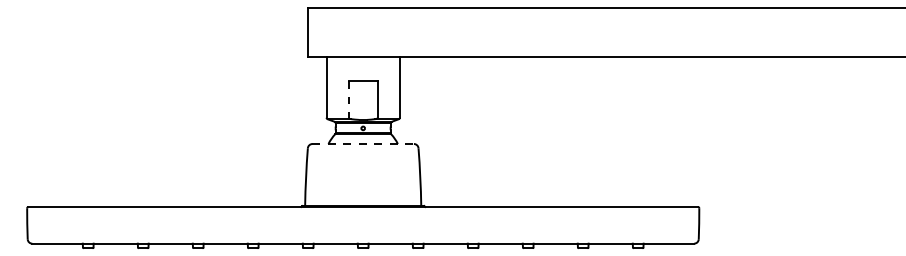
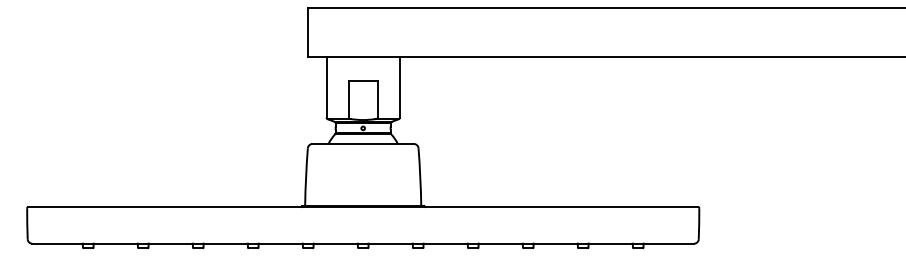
line at (348, 99): dashed -> solid
line at (363, 144): dashed -> solid
